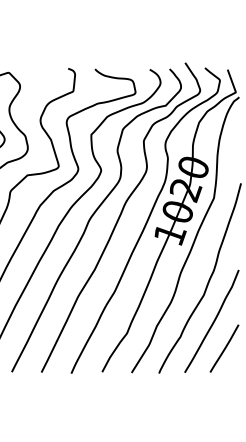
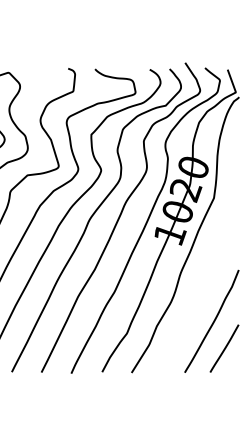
curve at (207, 282): present -> none
